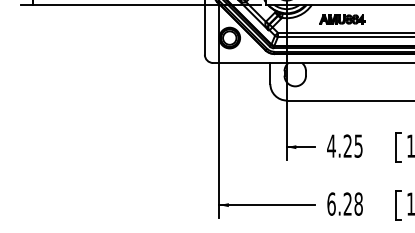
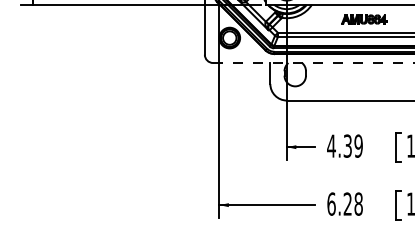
part at (342, 19) position: (342, 19) -> (364, 19)
line at (313, 63): solid -> dashed
text at (352, 145): 4.25 -> 4.39
